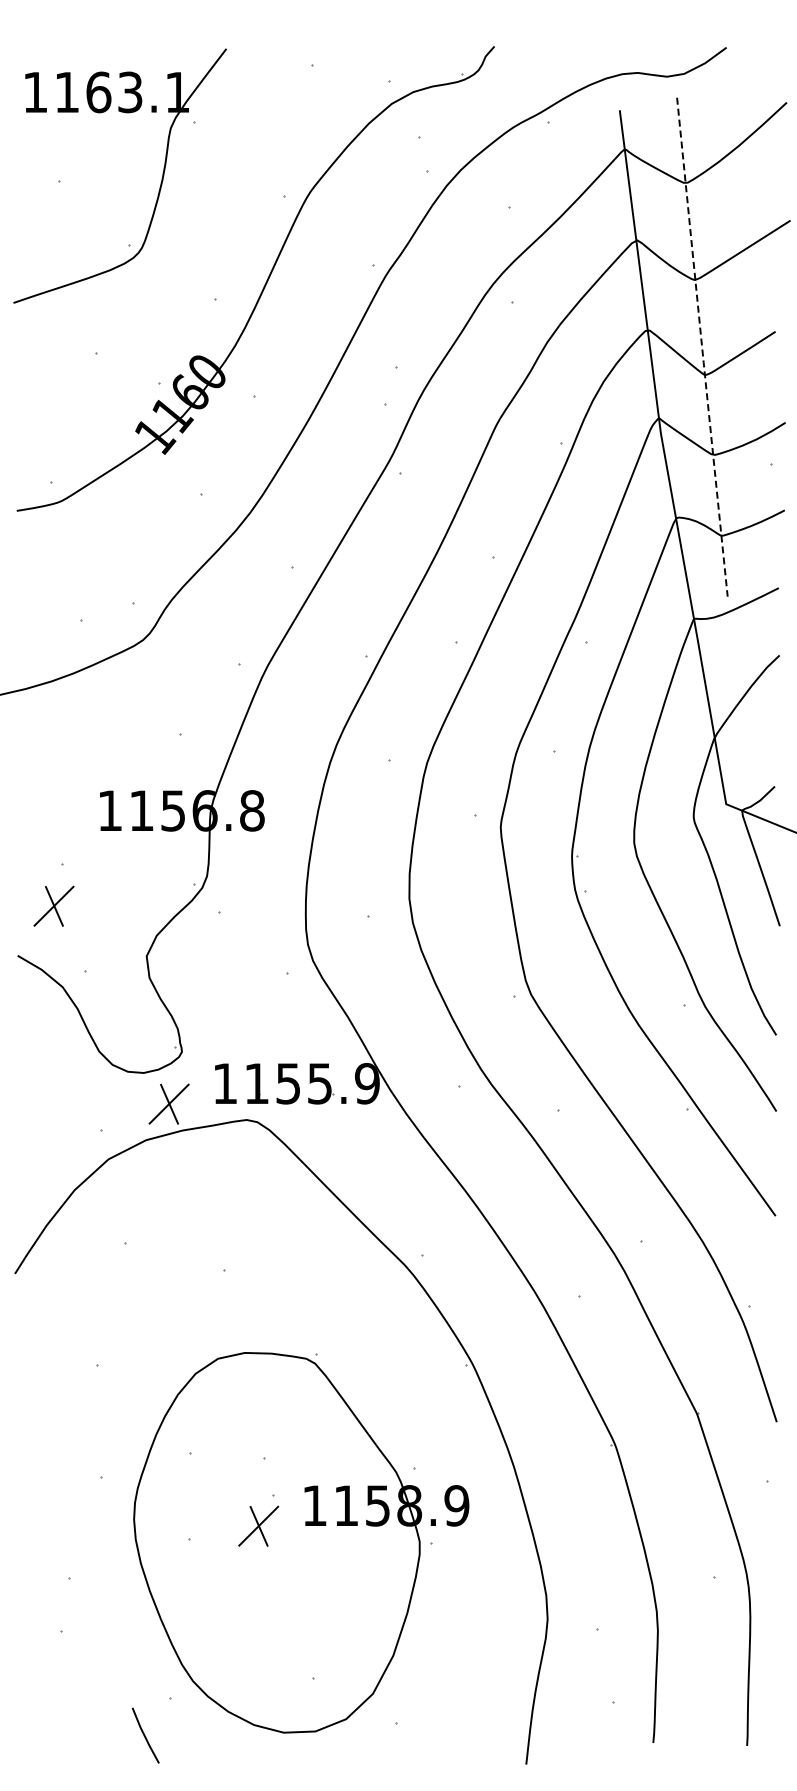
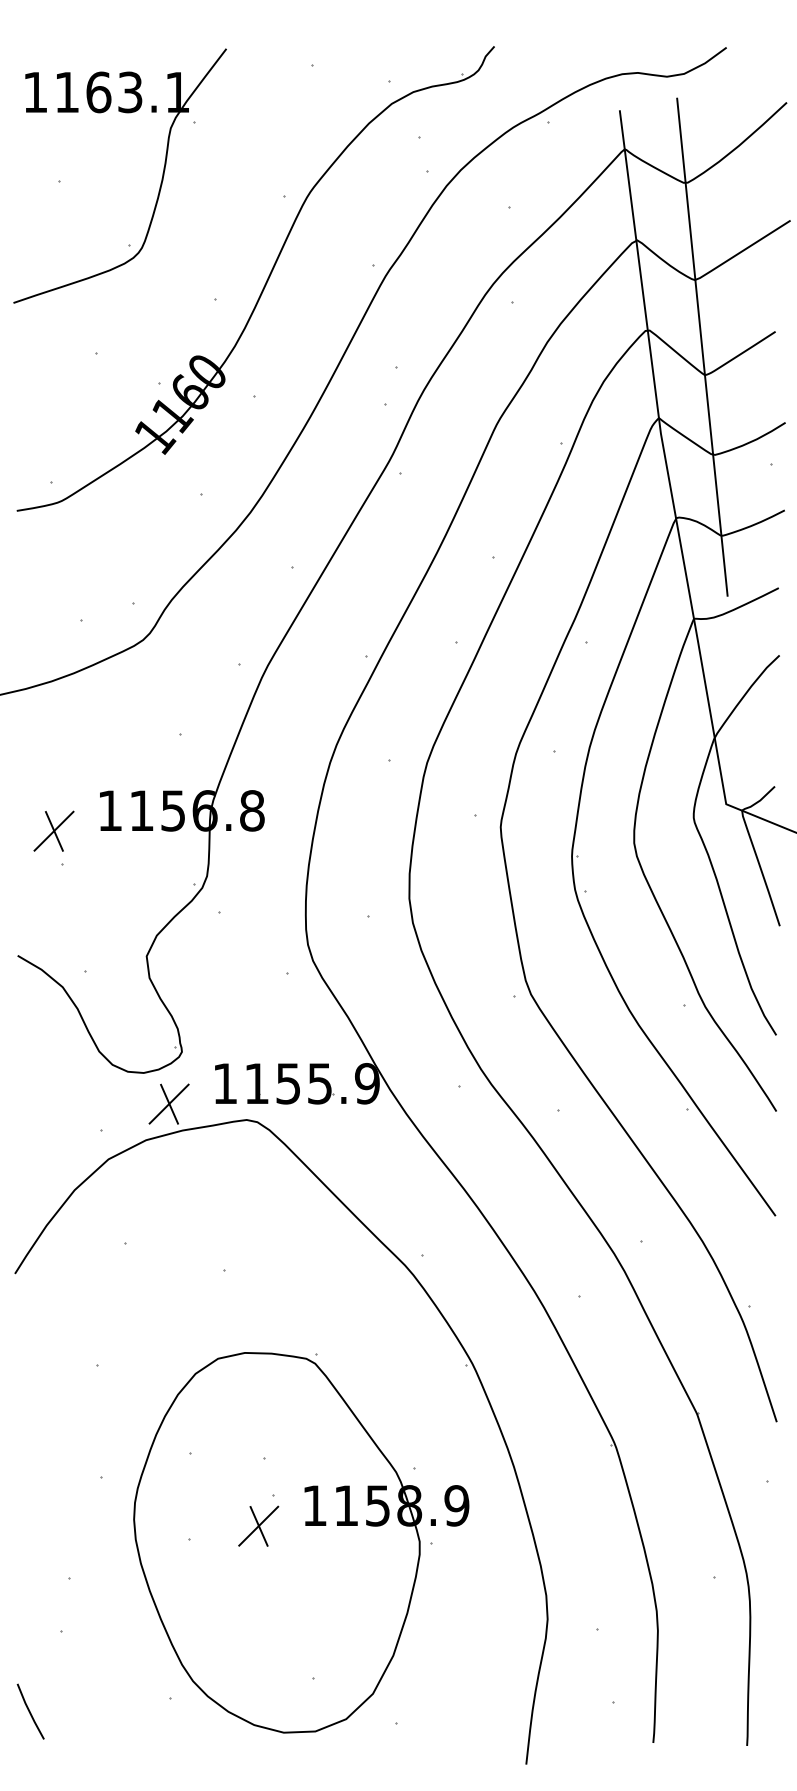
line at (702, 347): dashed -> solid
part at (53, 905) position: (53, 905) -> (53, 830)
line at (145, 1735) position: (145, 1735) -> (30, 1711)
